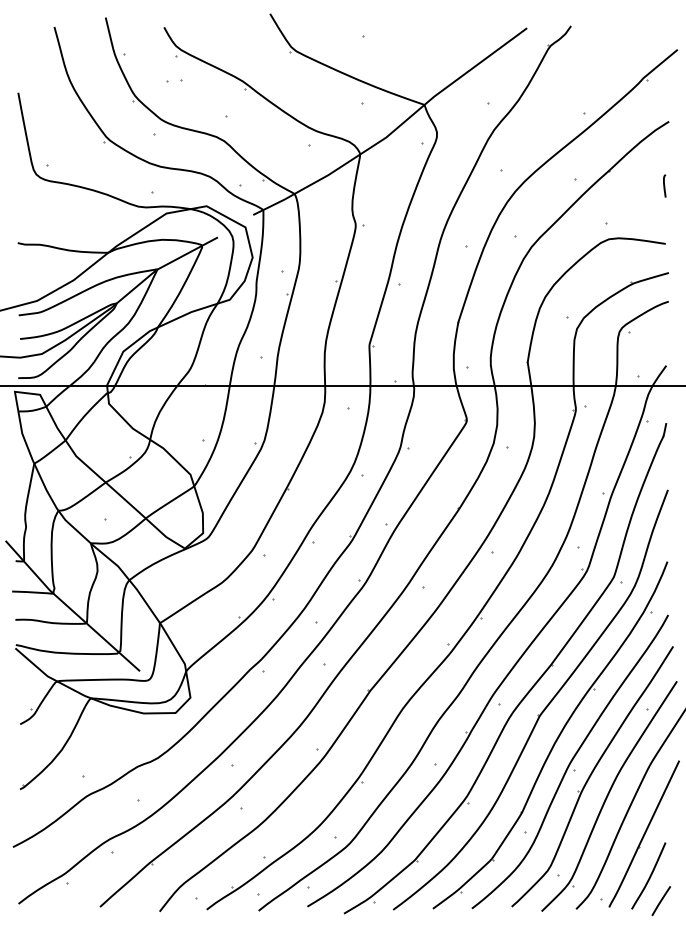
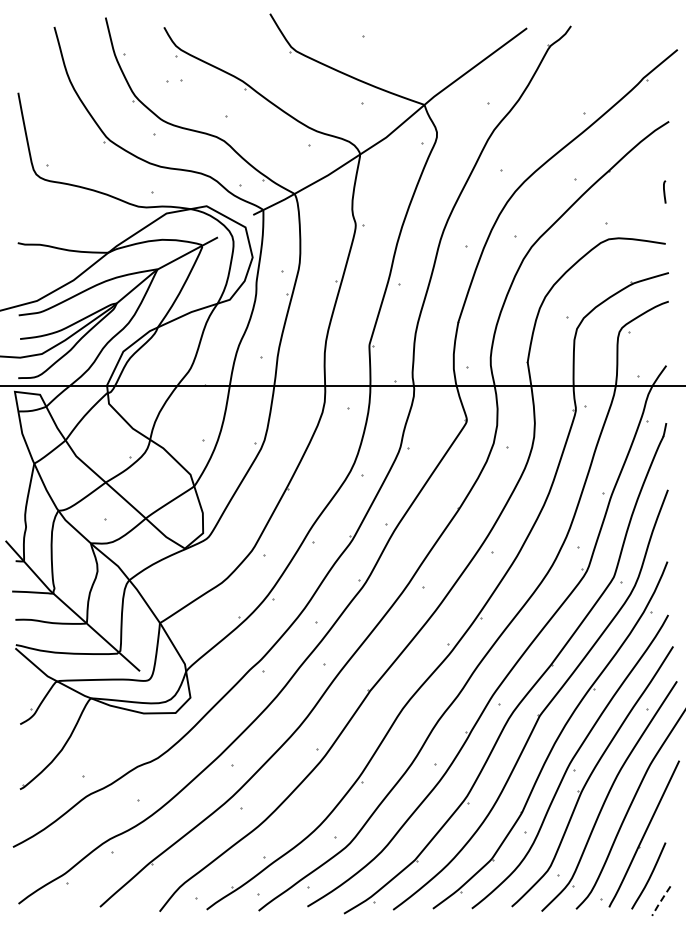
curve at (664, 185) position: (664, 185) -> (664, 191)
line at (661, 900): solid -> dashed
